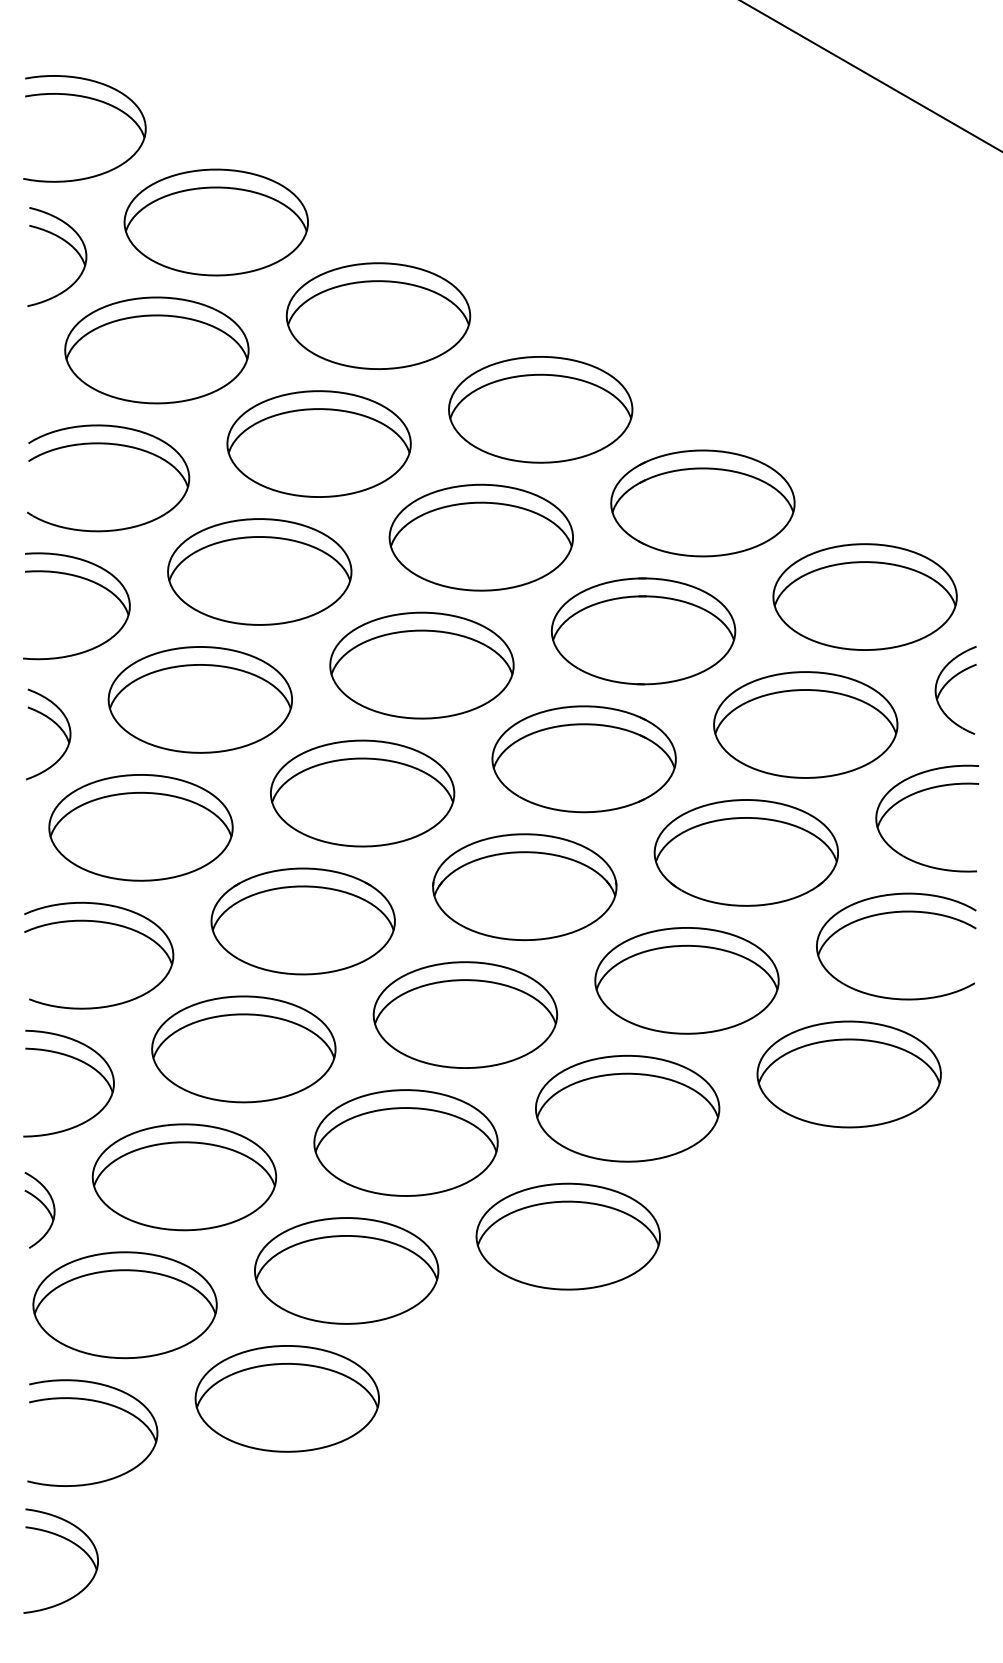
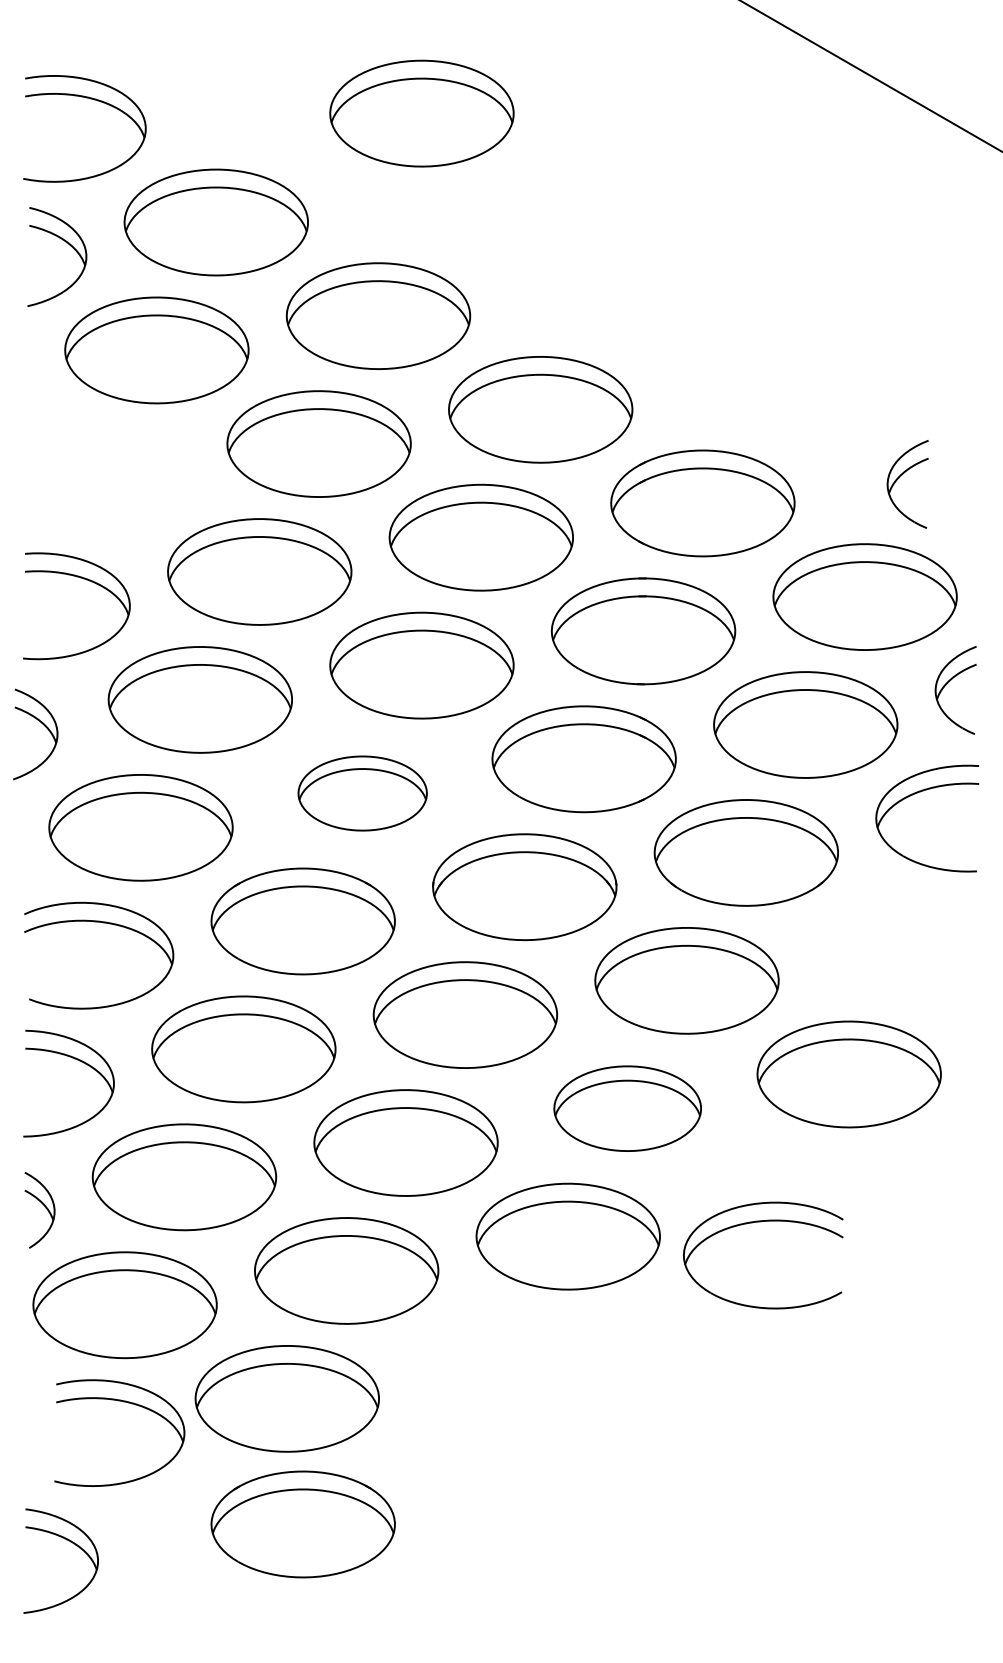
part at (421, 113): none -> present
part at (113, 445): present -> none
part at (900, 477): none -> present
part at (56, 725) position: (56, 725) -> (43, 725)
part at (362, 793) size: 186x109 px -> 131x77 px
part at (894, 913) position: (894, 913) -> (761, 1222)
part at (627, 1108) size: 186x109 px -> 149x87 px
part at (96, 1402) position: (96, 1402) -> (123, 1402)
part at (302, 1524): none -> present
